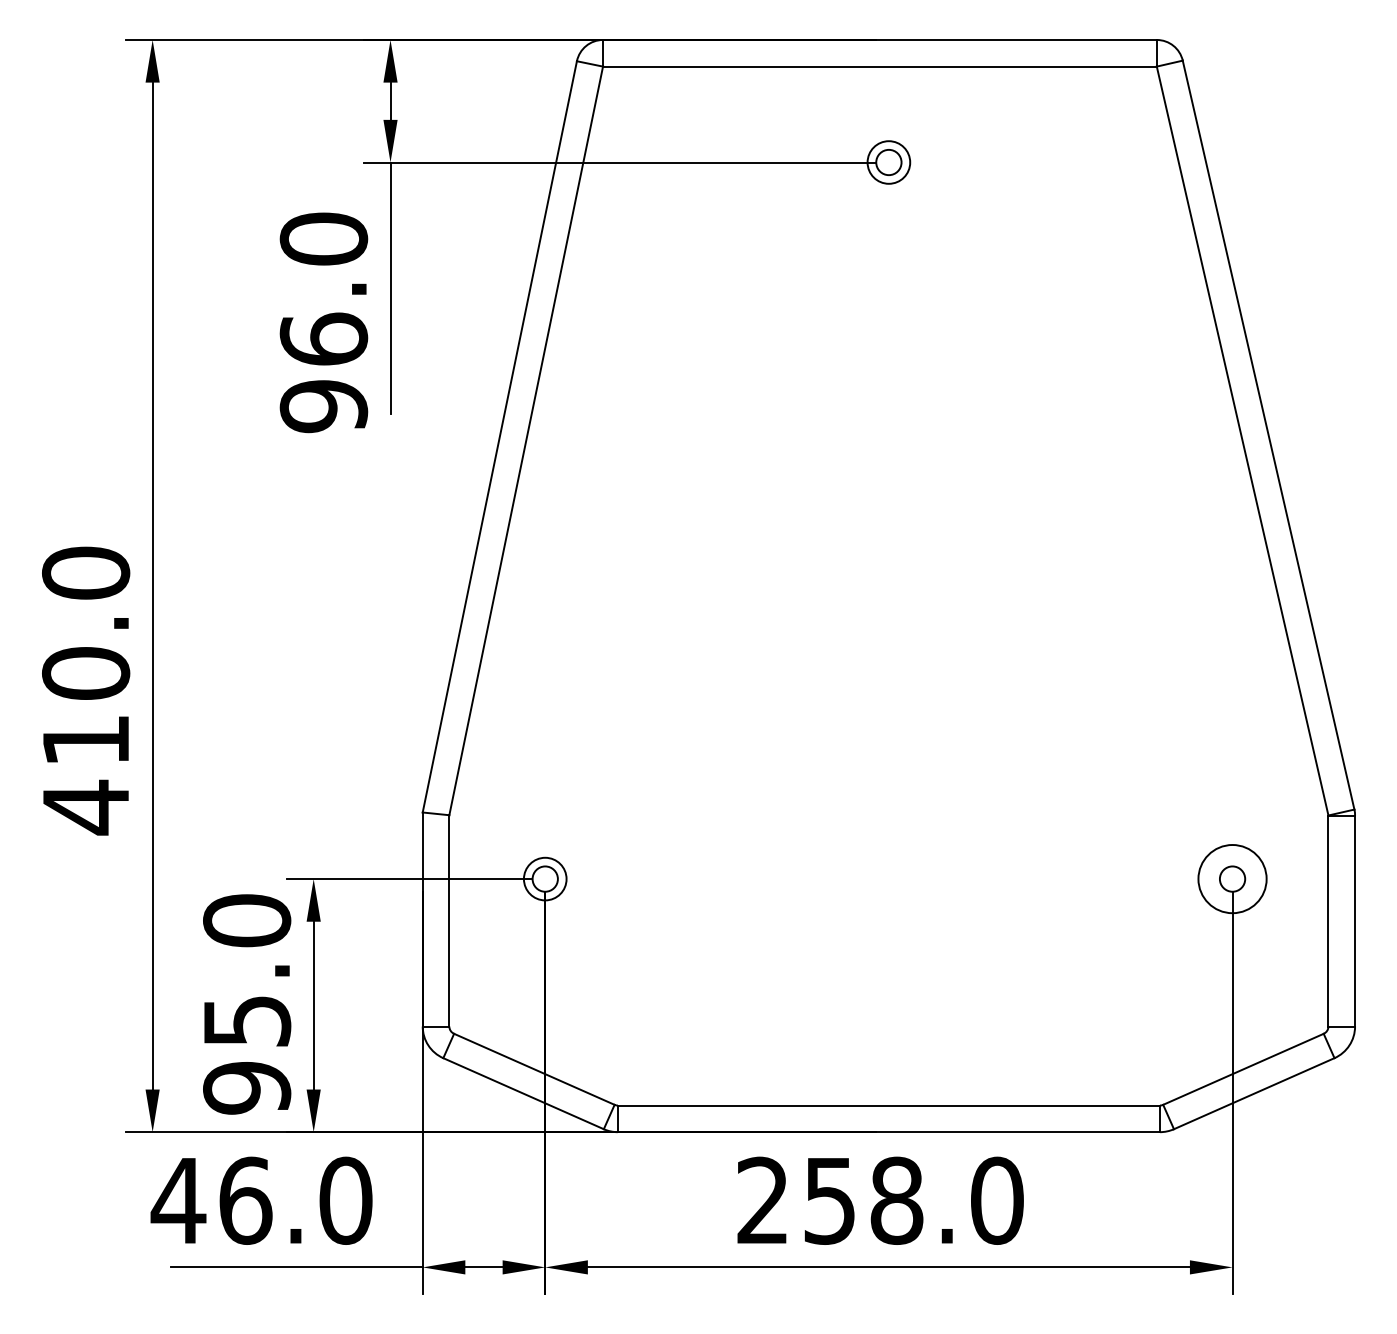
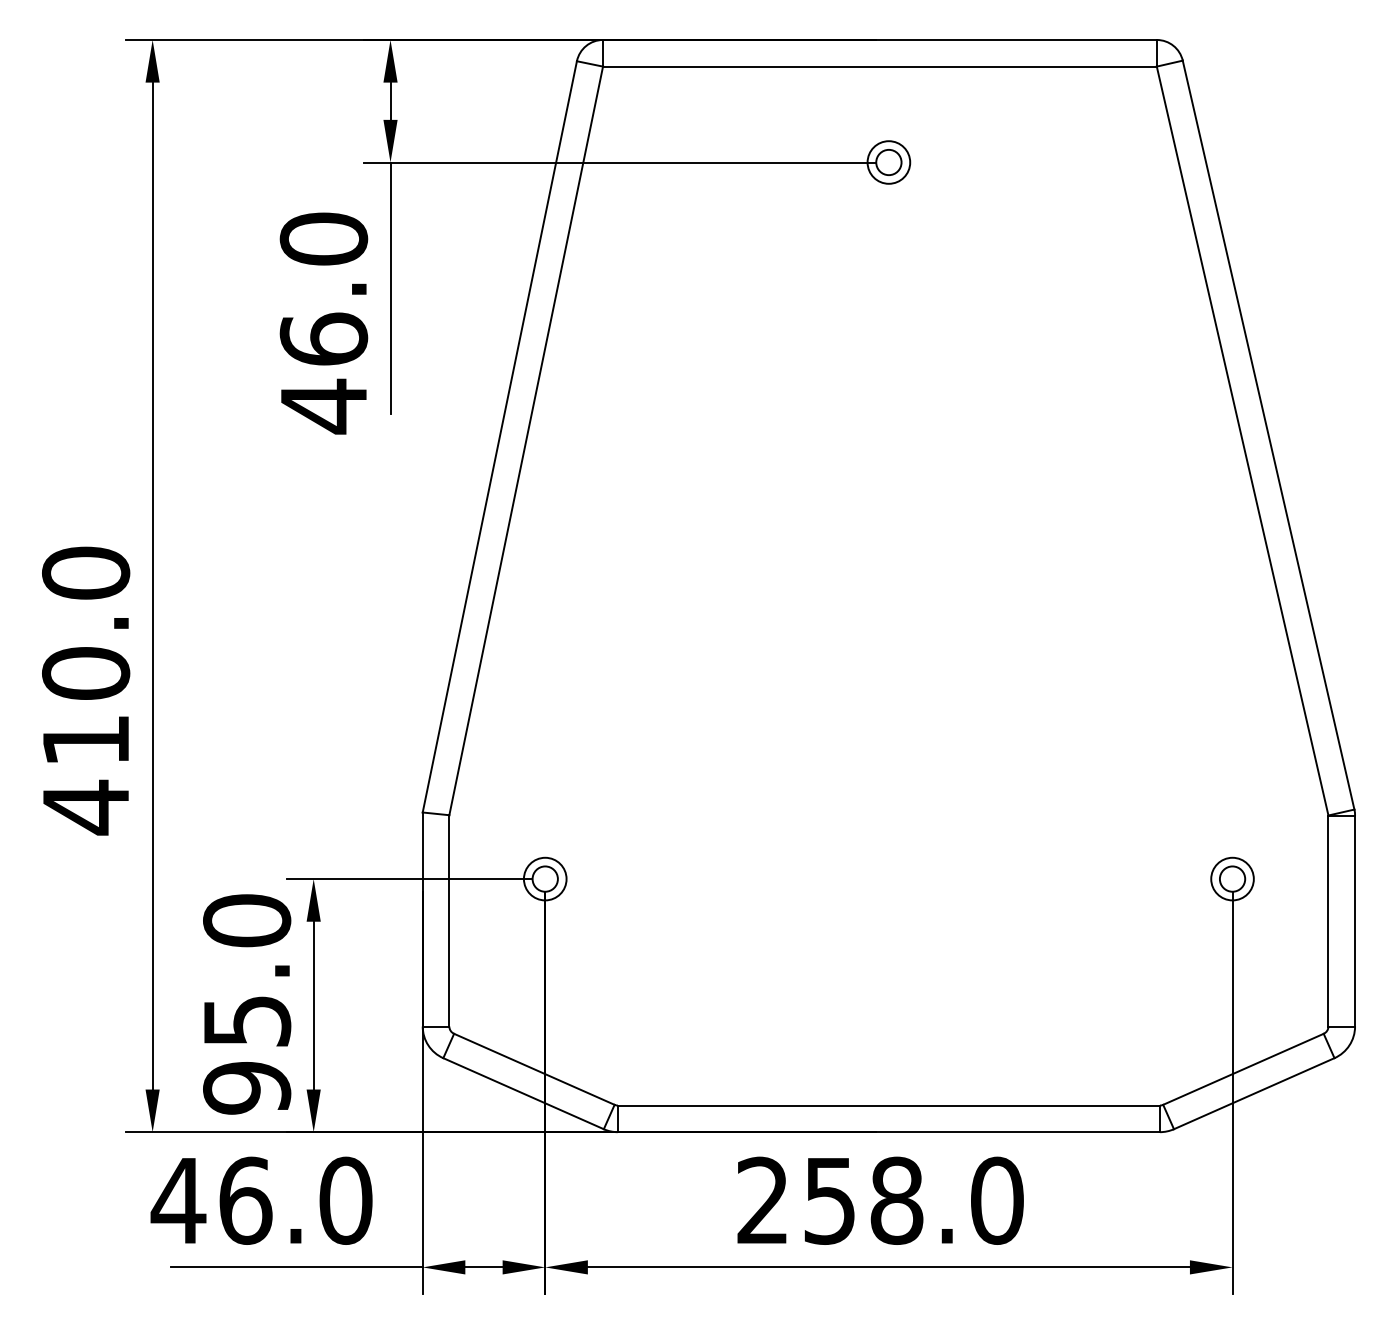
text at (323, 406): 96.0 -> 46.0
circle at (1232, 879) diameter: 68 px -> 43 px
